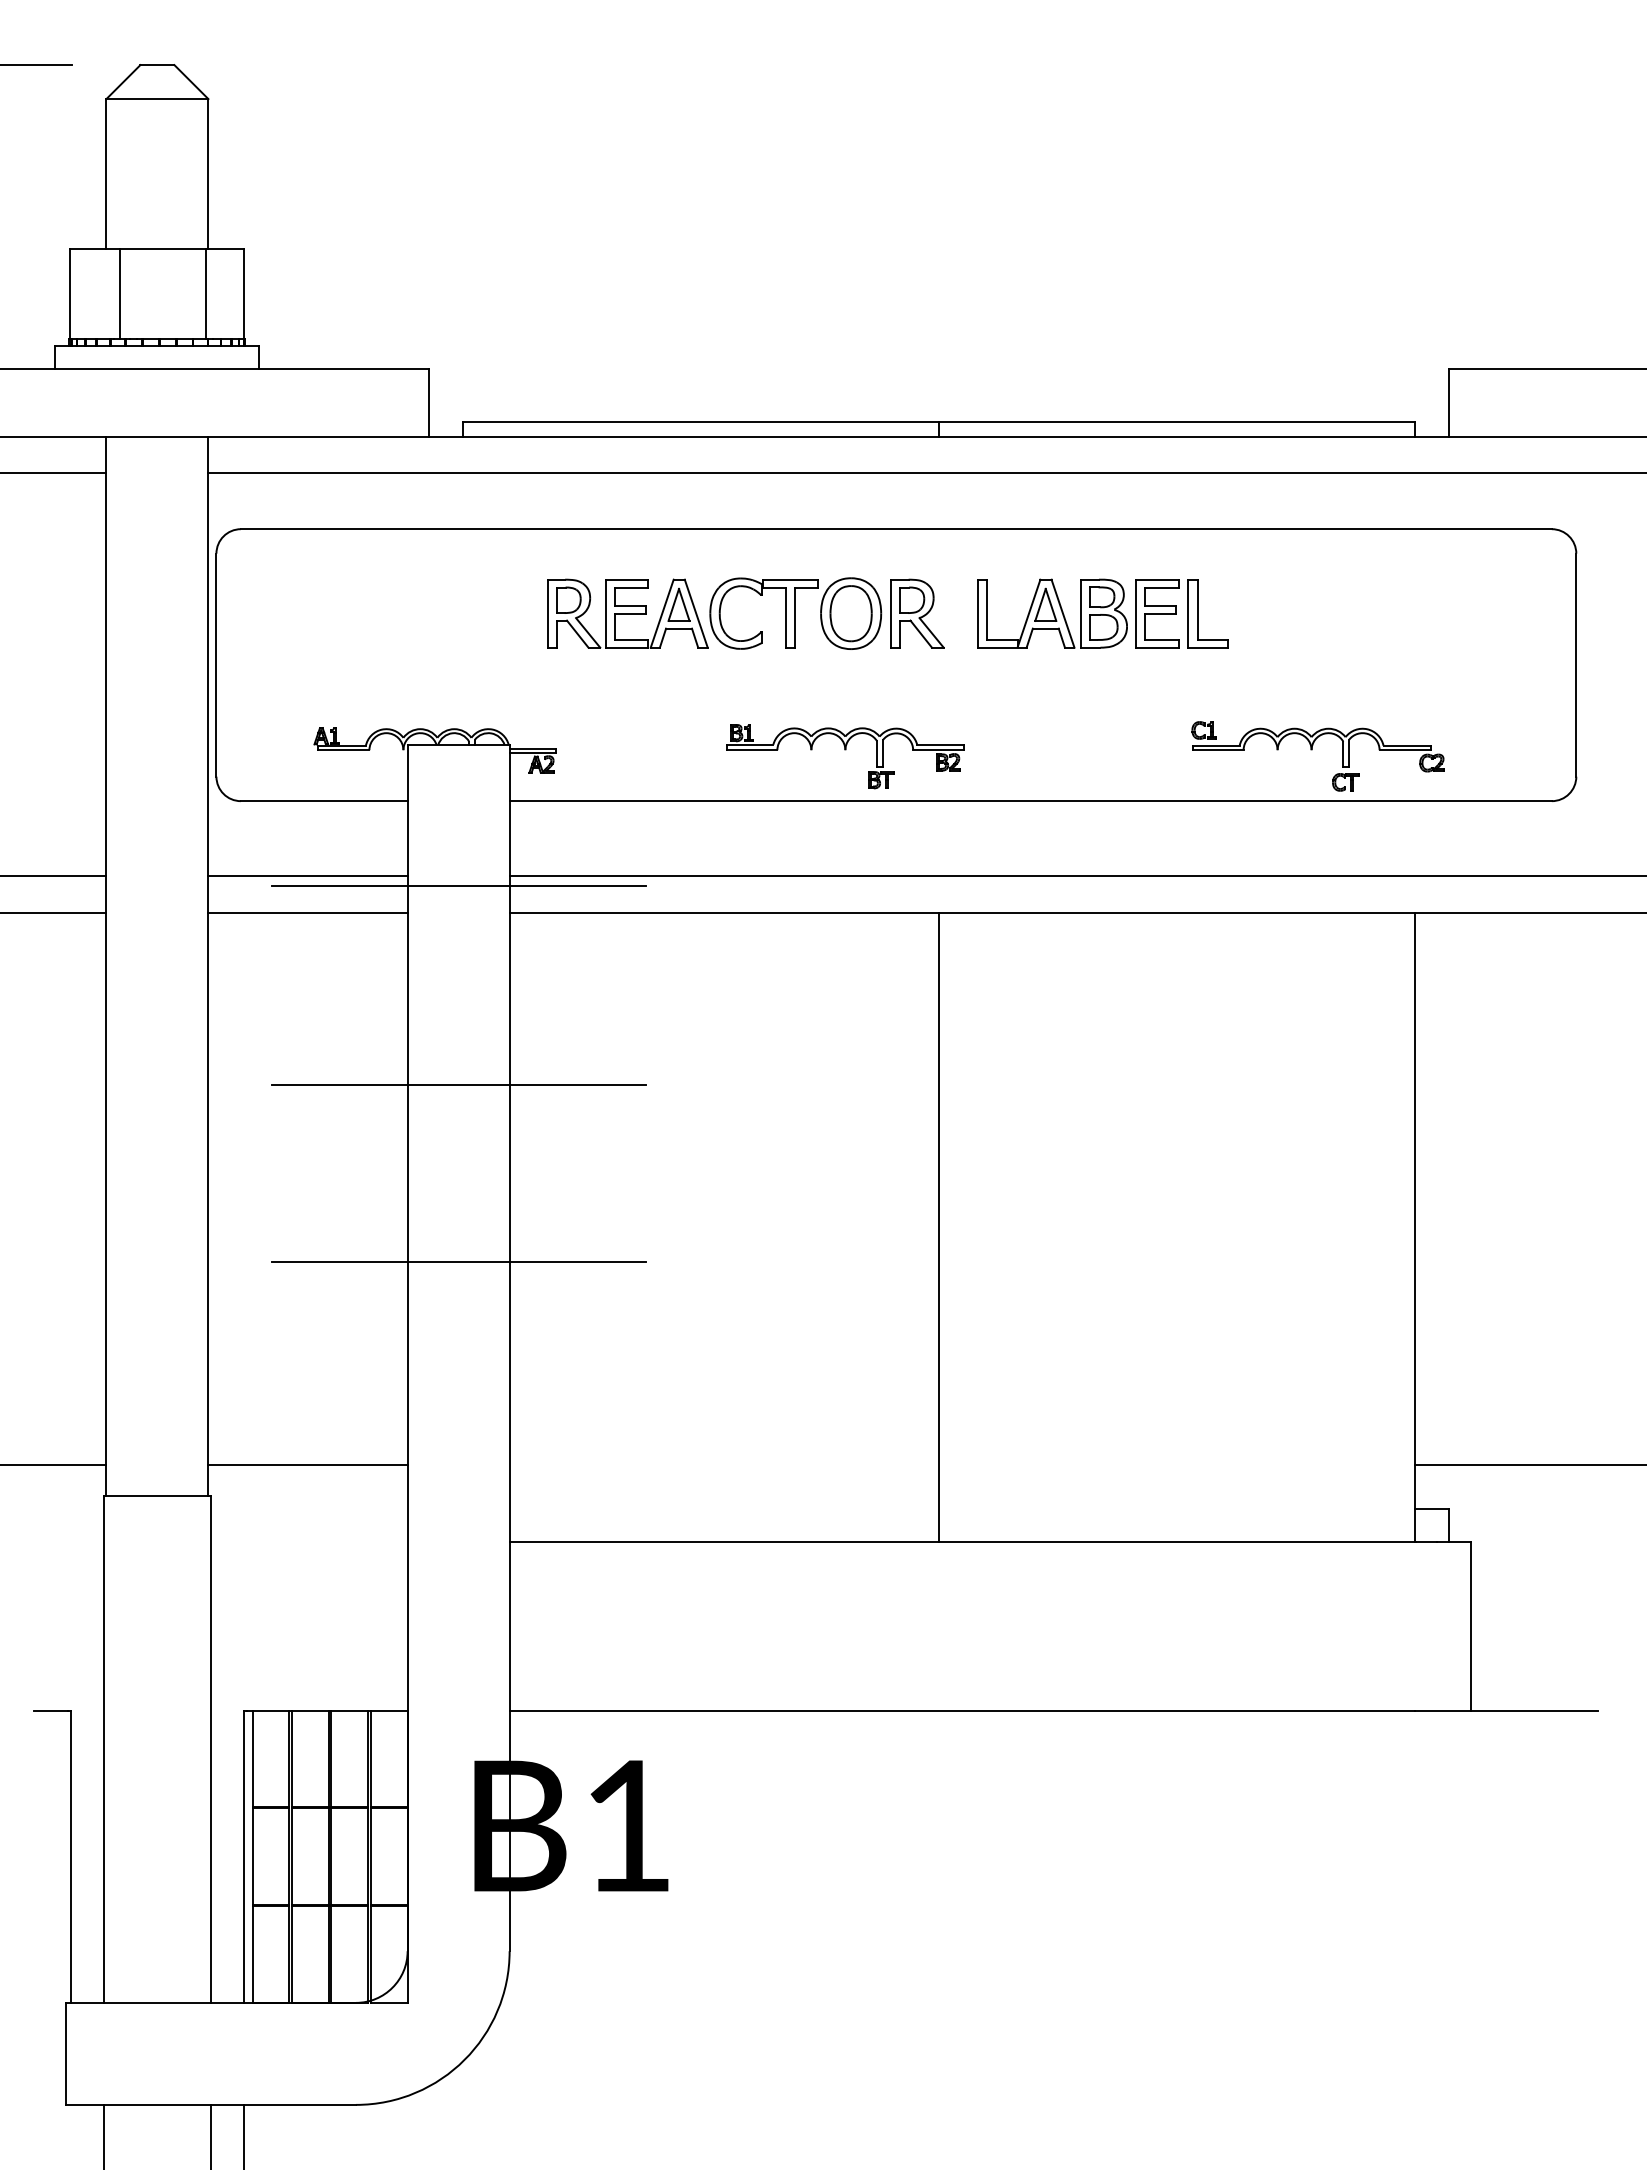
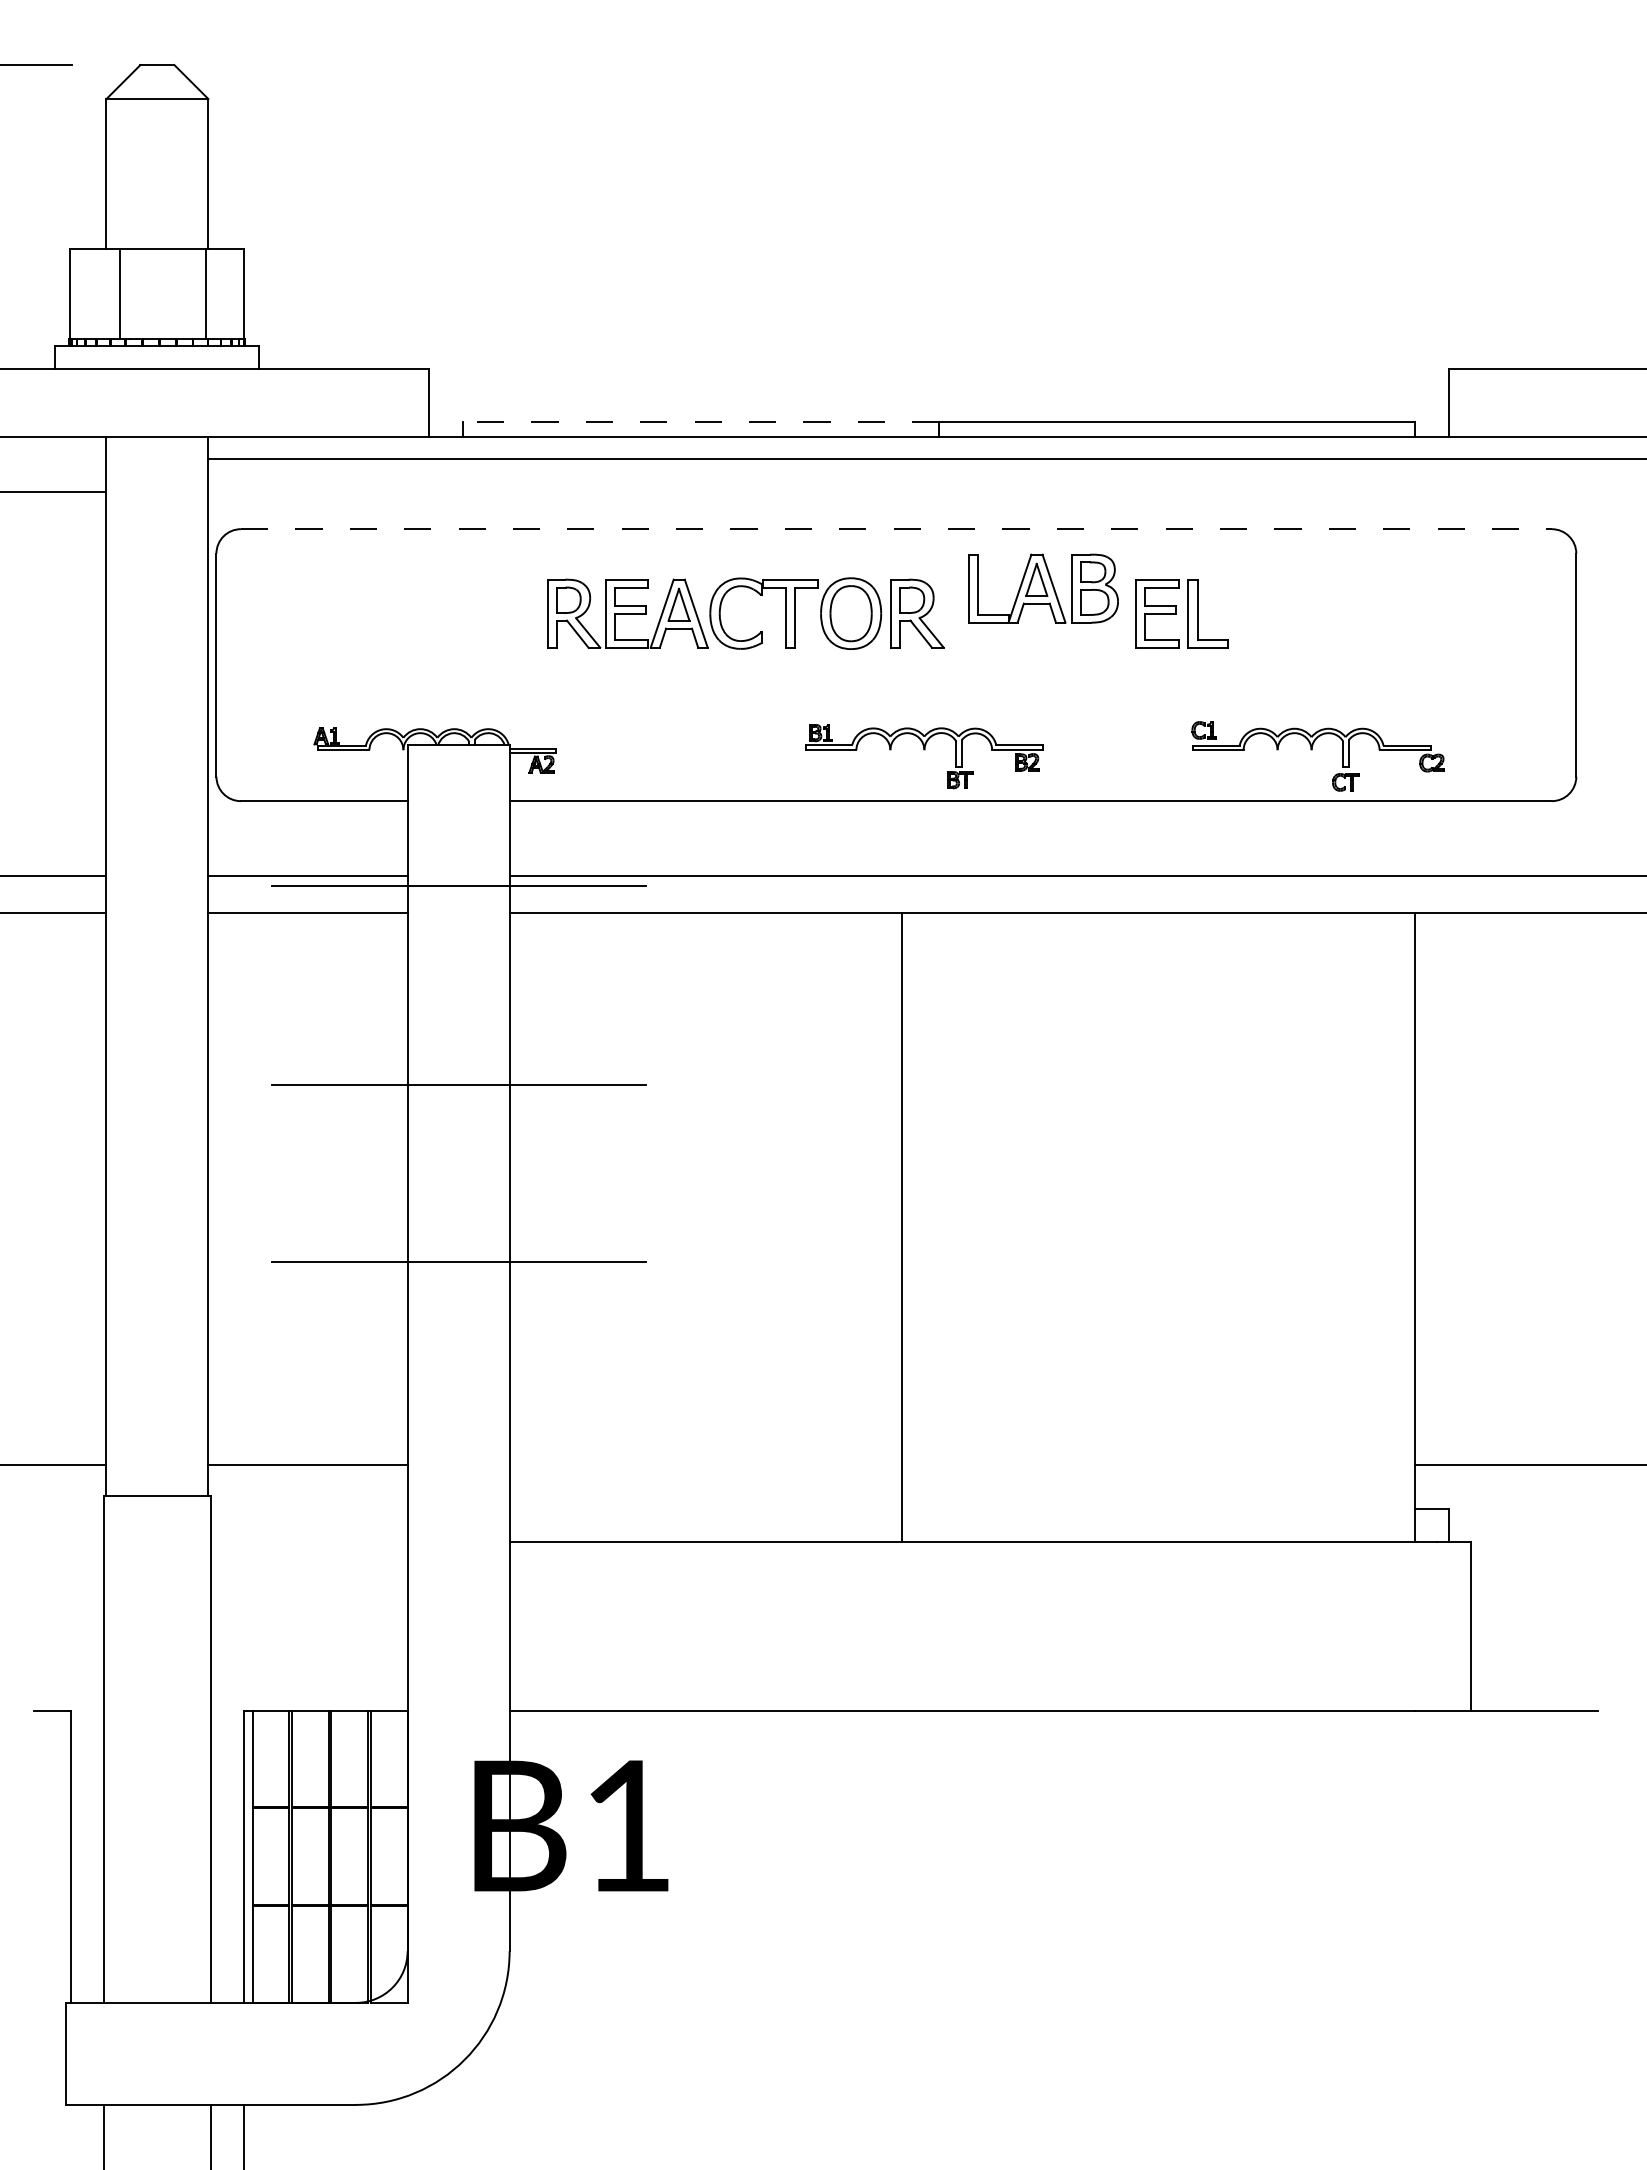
line at (701, 422): solid -> dashed
line at (54, 473) position: (54, 473) -> (54, 492)
line at (925, 473) position: (925, 473) -> (925, 459)
line at (896, 529): solid -> dashed
part at (1052, 613) position: (1052, 613) -> (1043, 588)
part at (845, 756) position: (845, 756) -> (924, 756)
line at (939, 1226) position: (939, 1226) -> (902, 1226)
